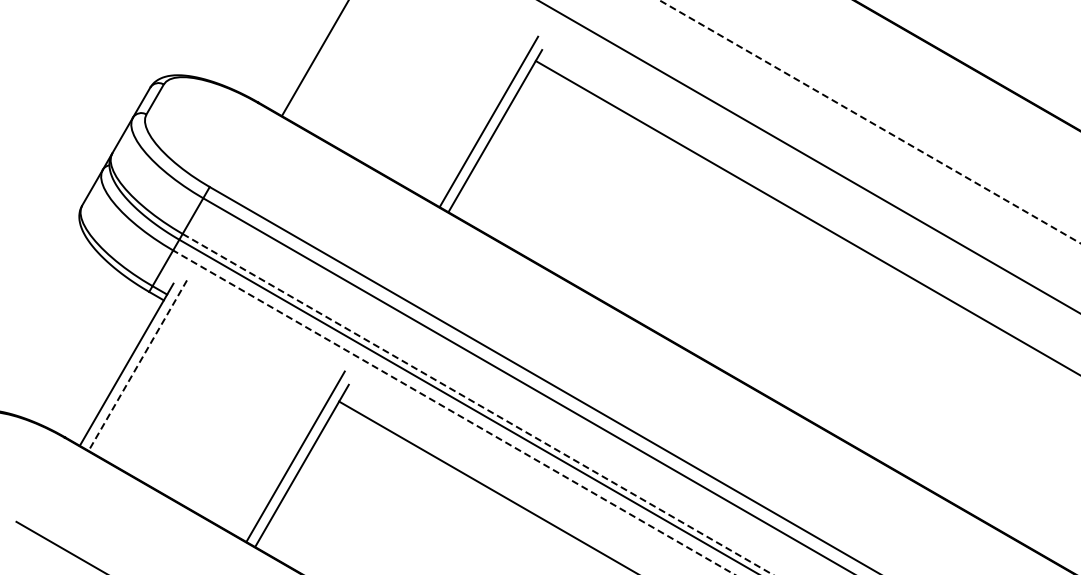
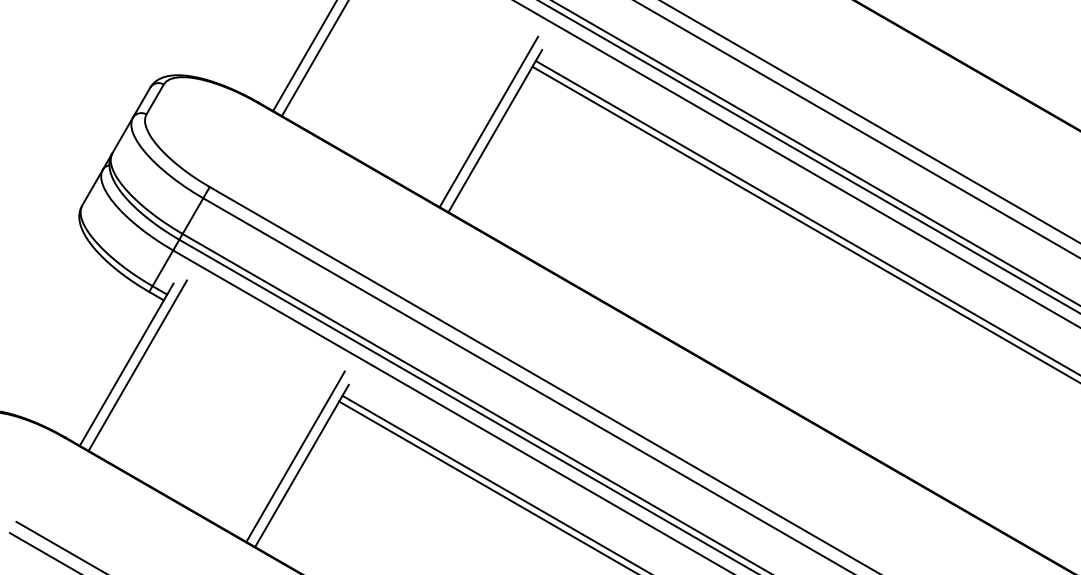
line at (304, 56): none -> present
line at (869, 121): dashed -> solid
line at (856, 129): none -> present
line at (815, 153): none -> present
line at (796, 164): none -> present
line at (804, 223): none -> present
line at (137, 366): dashed -> solid
line at (477, 404): dashed -> solid
line at (453, 412): dashed -> solid
line at (494, 483): none -> present
line at (42, 552): none -> present
